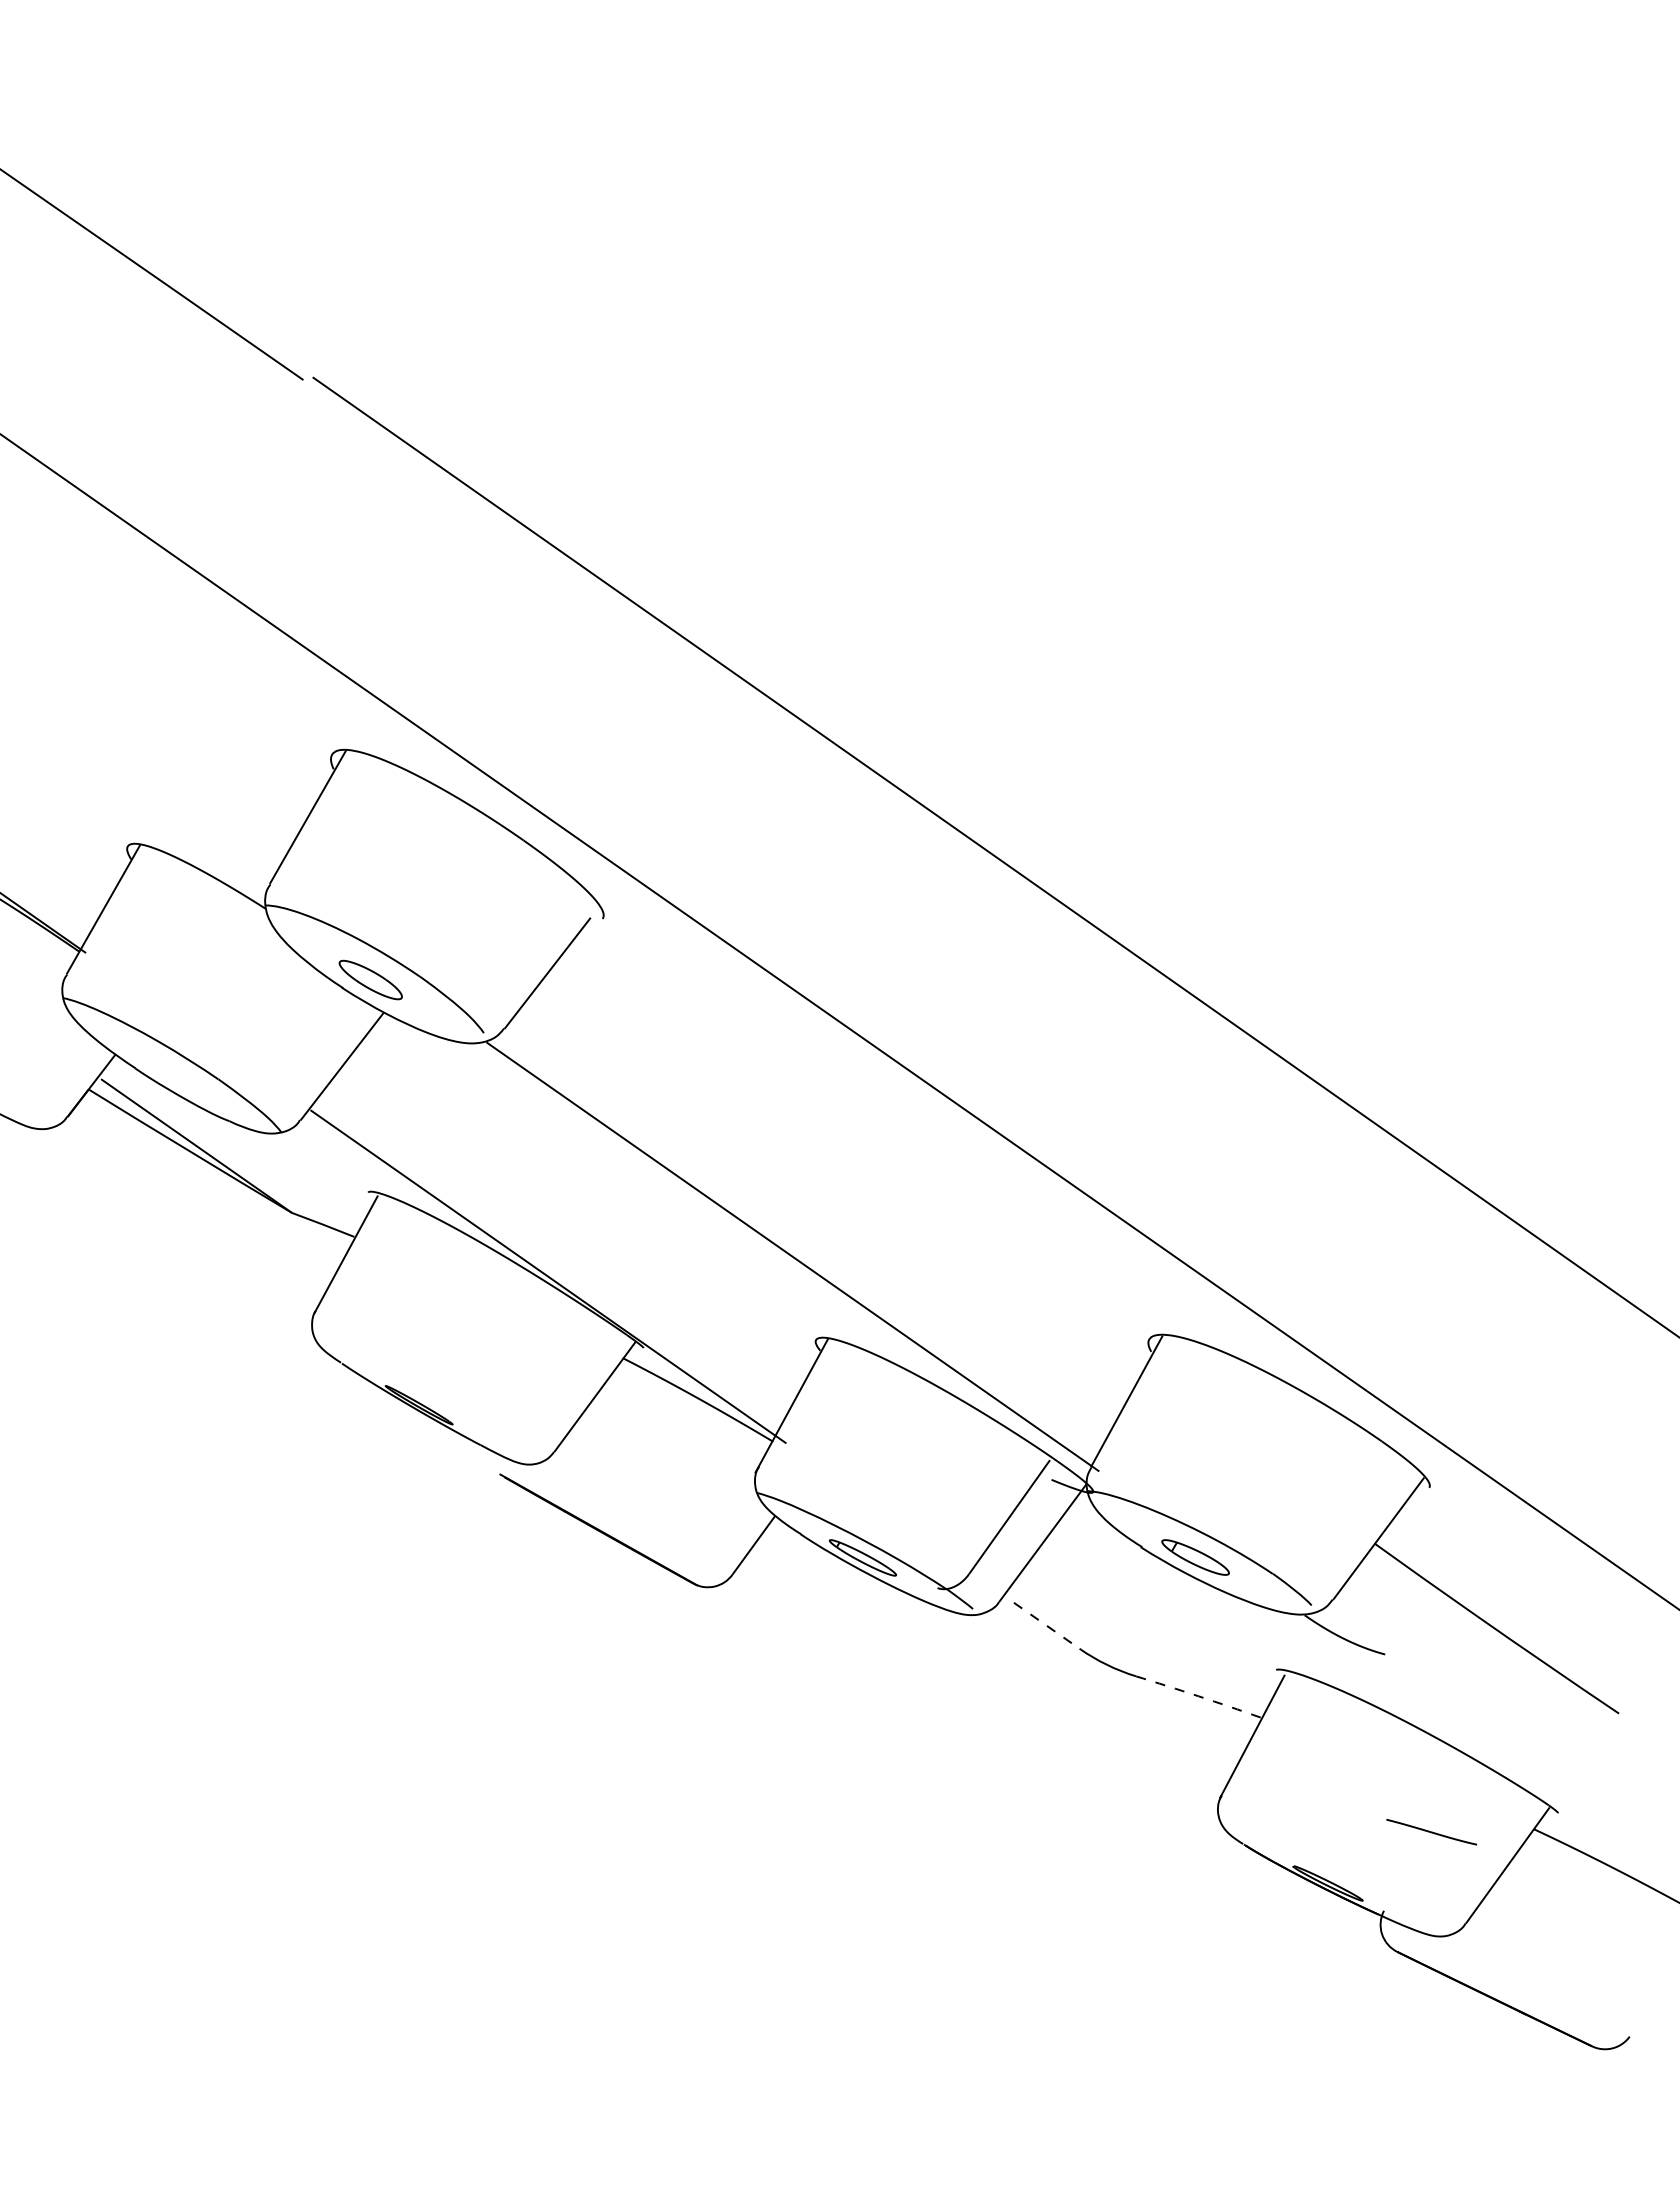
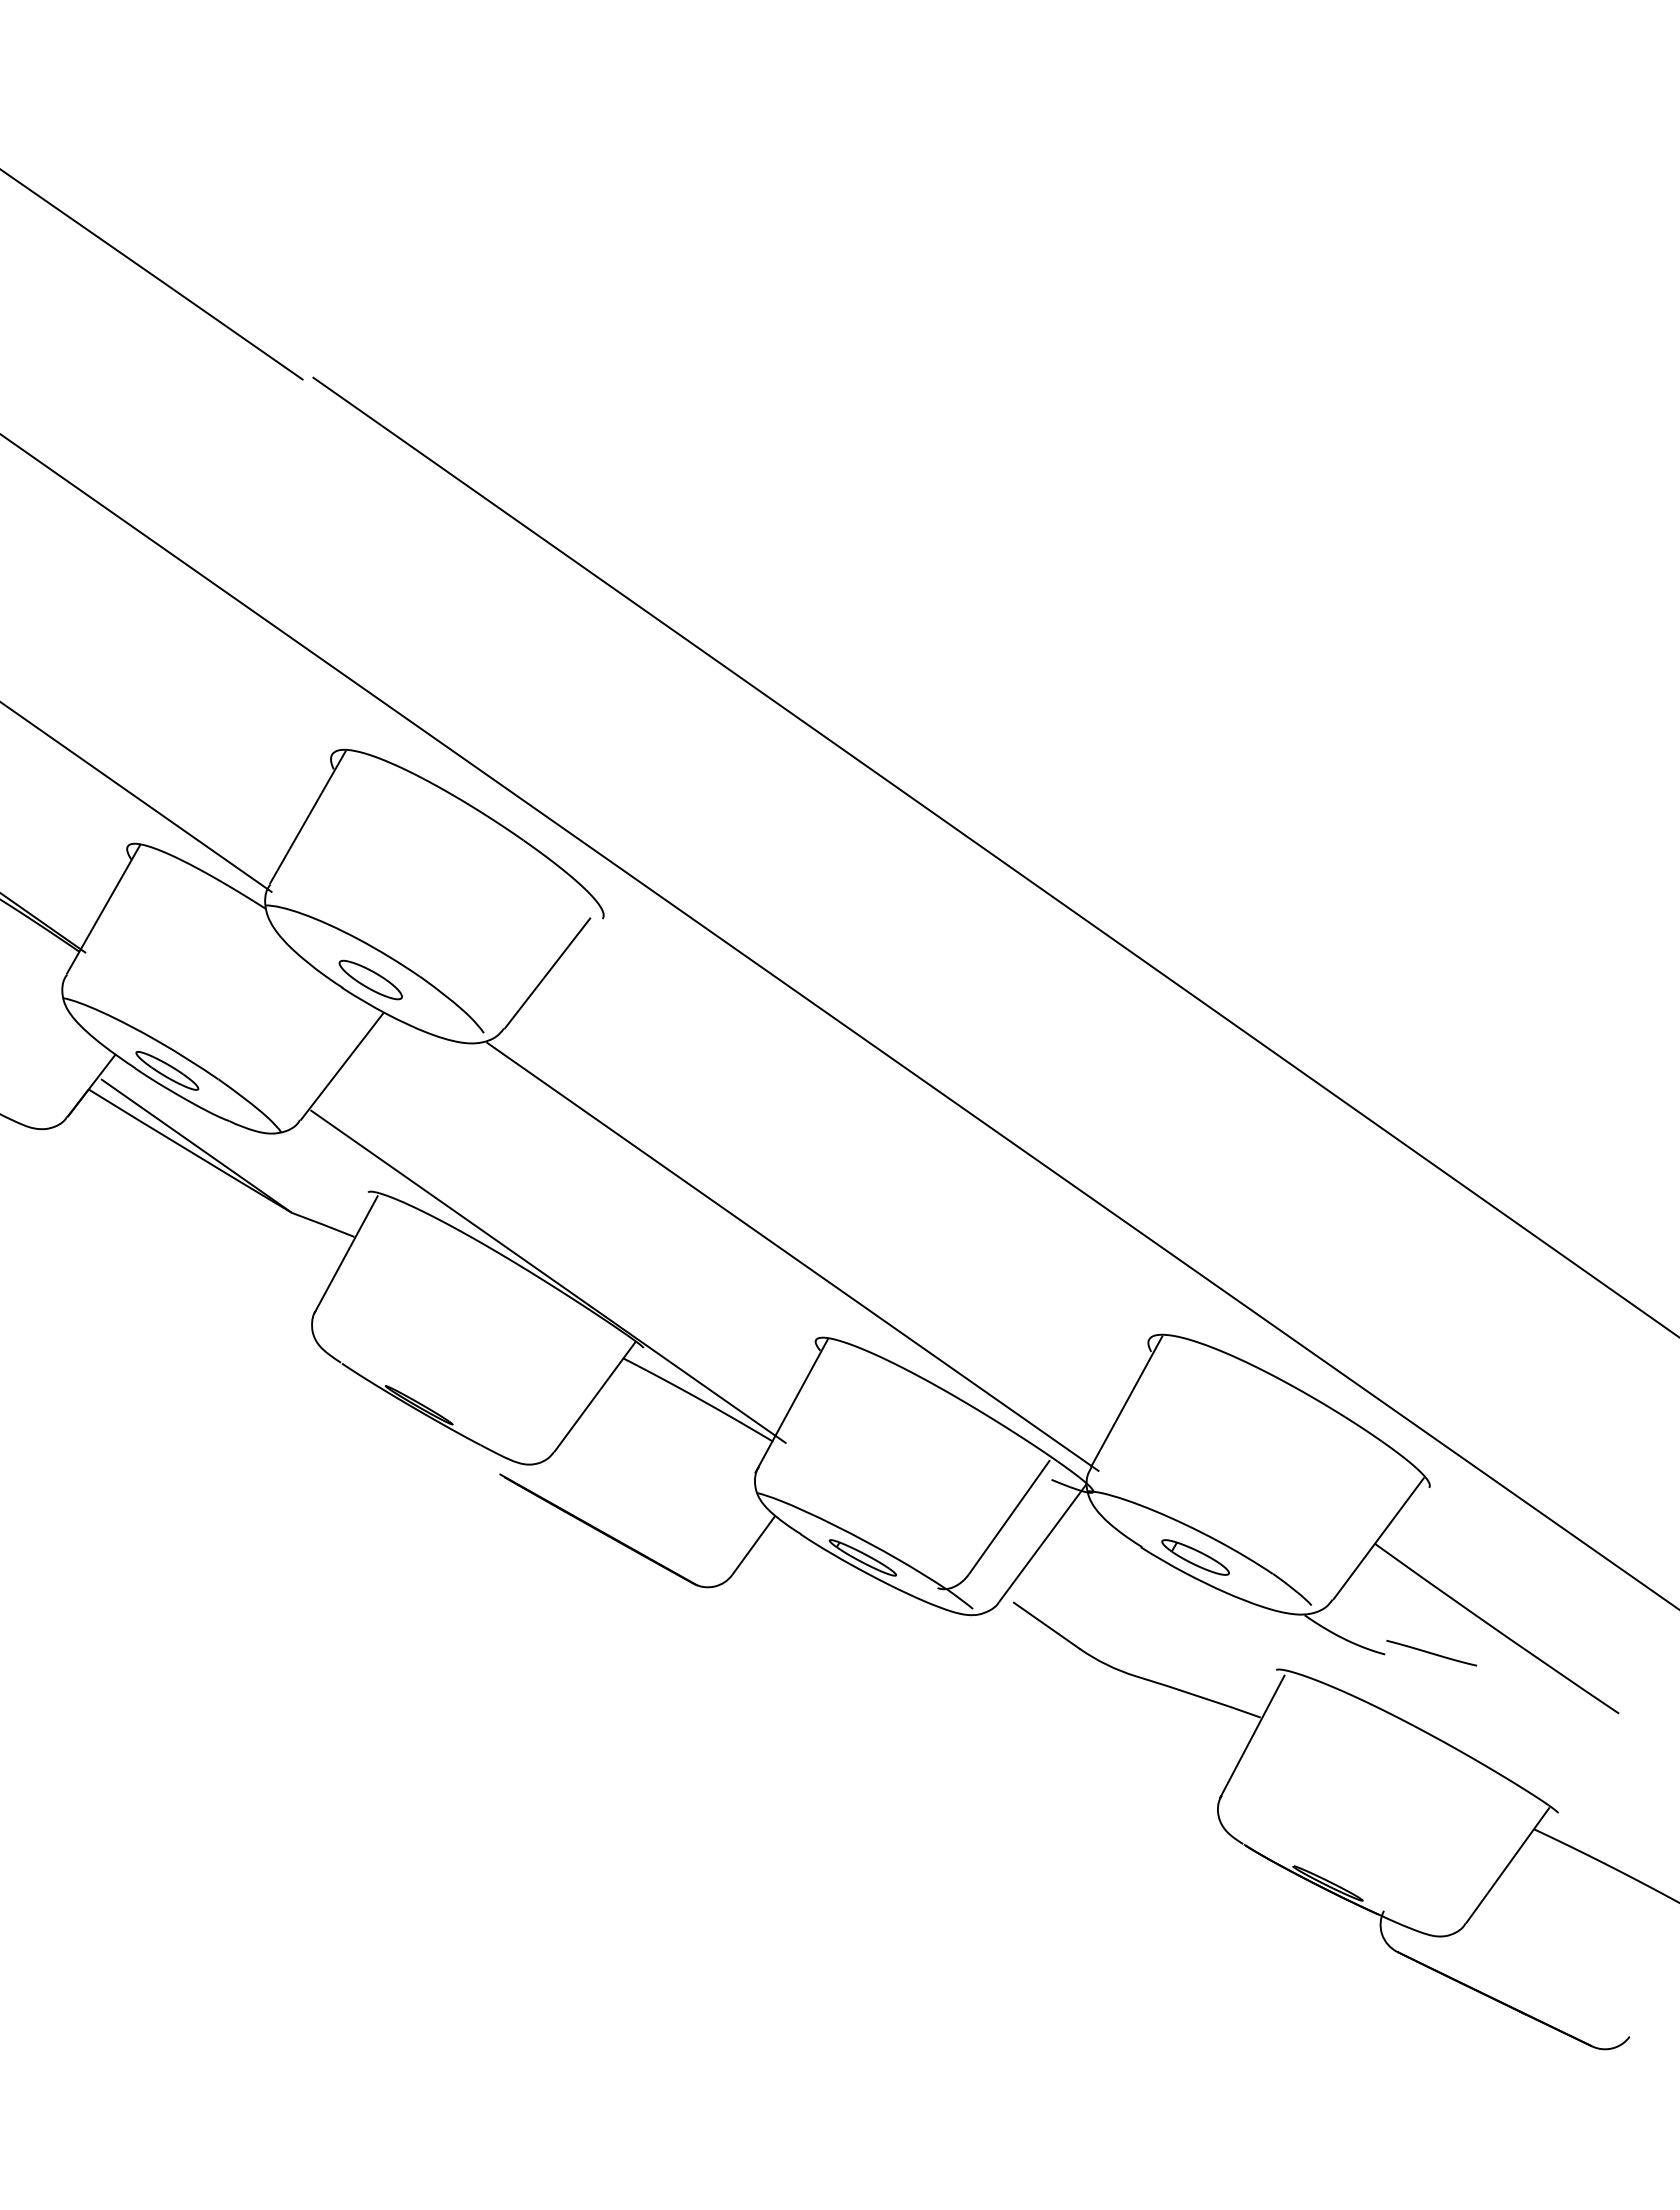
line at (136, 797): none -> present
part at (167, 1070): none -> present
line at (1047, 1626): dashed -> solid
arc at (1198, 1696): dashed -> solid
line at (1431, 1832) position: (1431, 1832) -> (1431, 1653)
